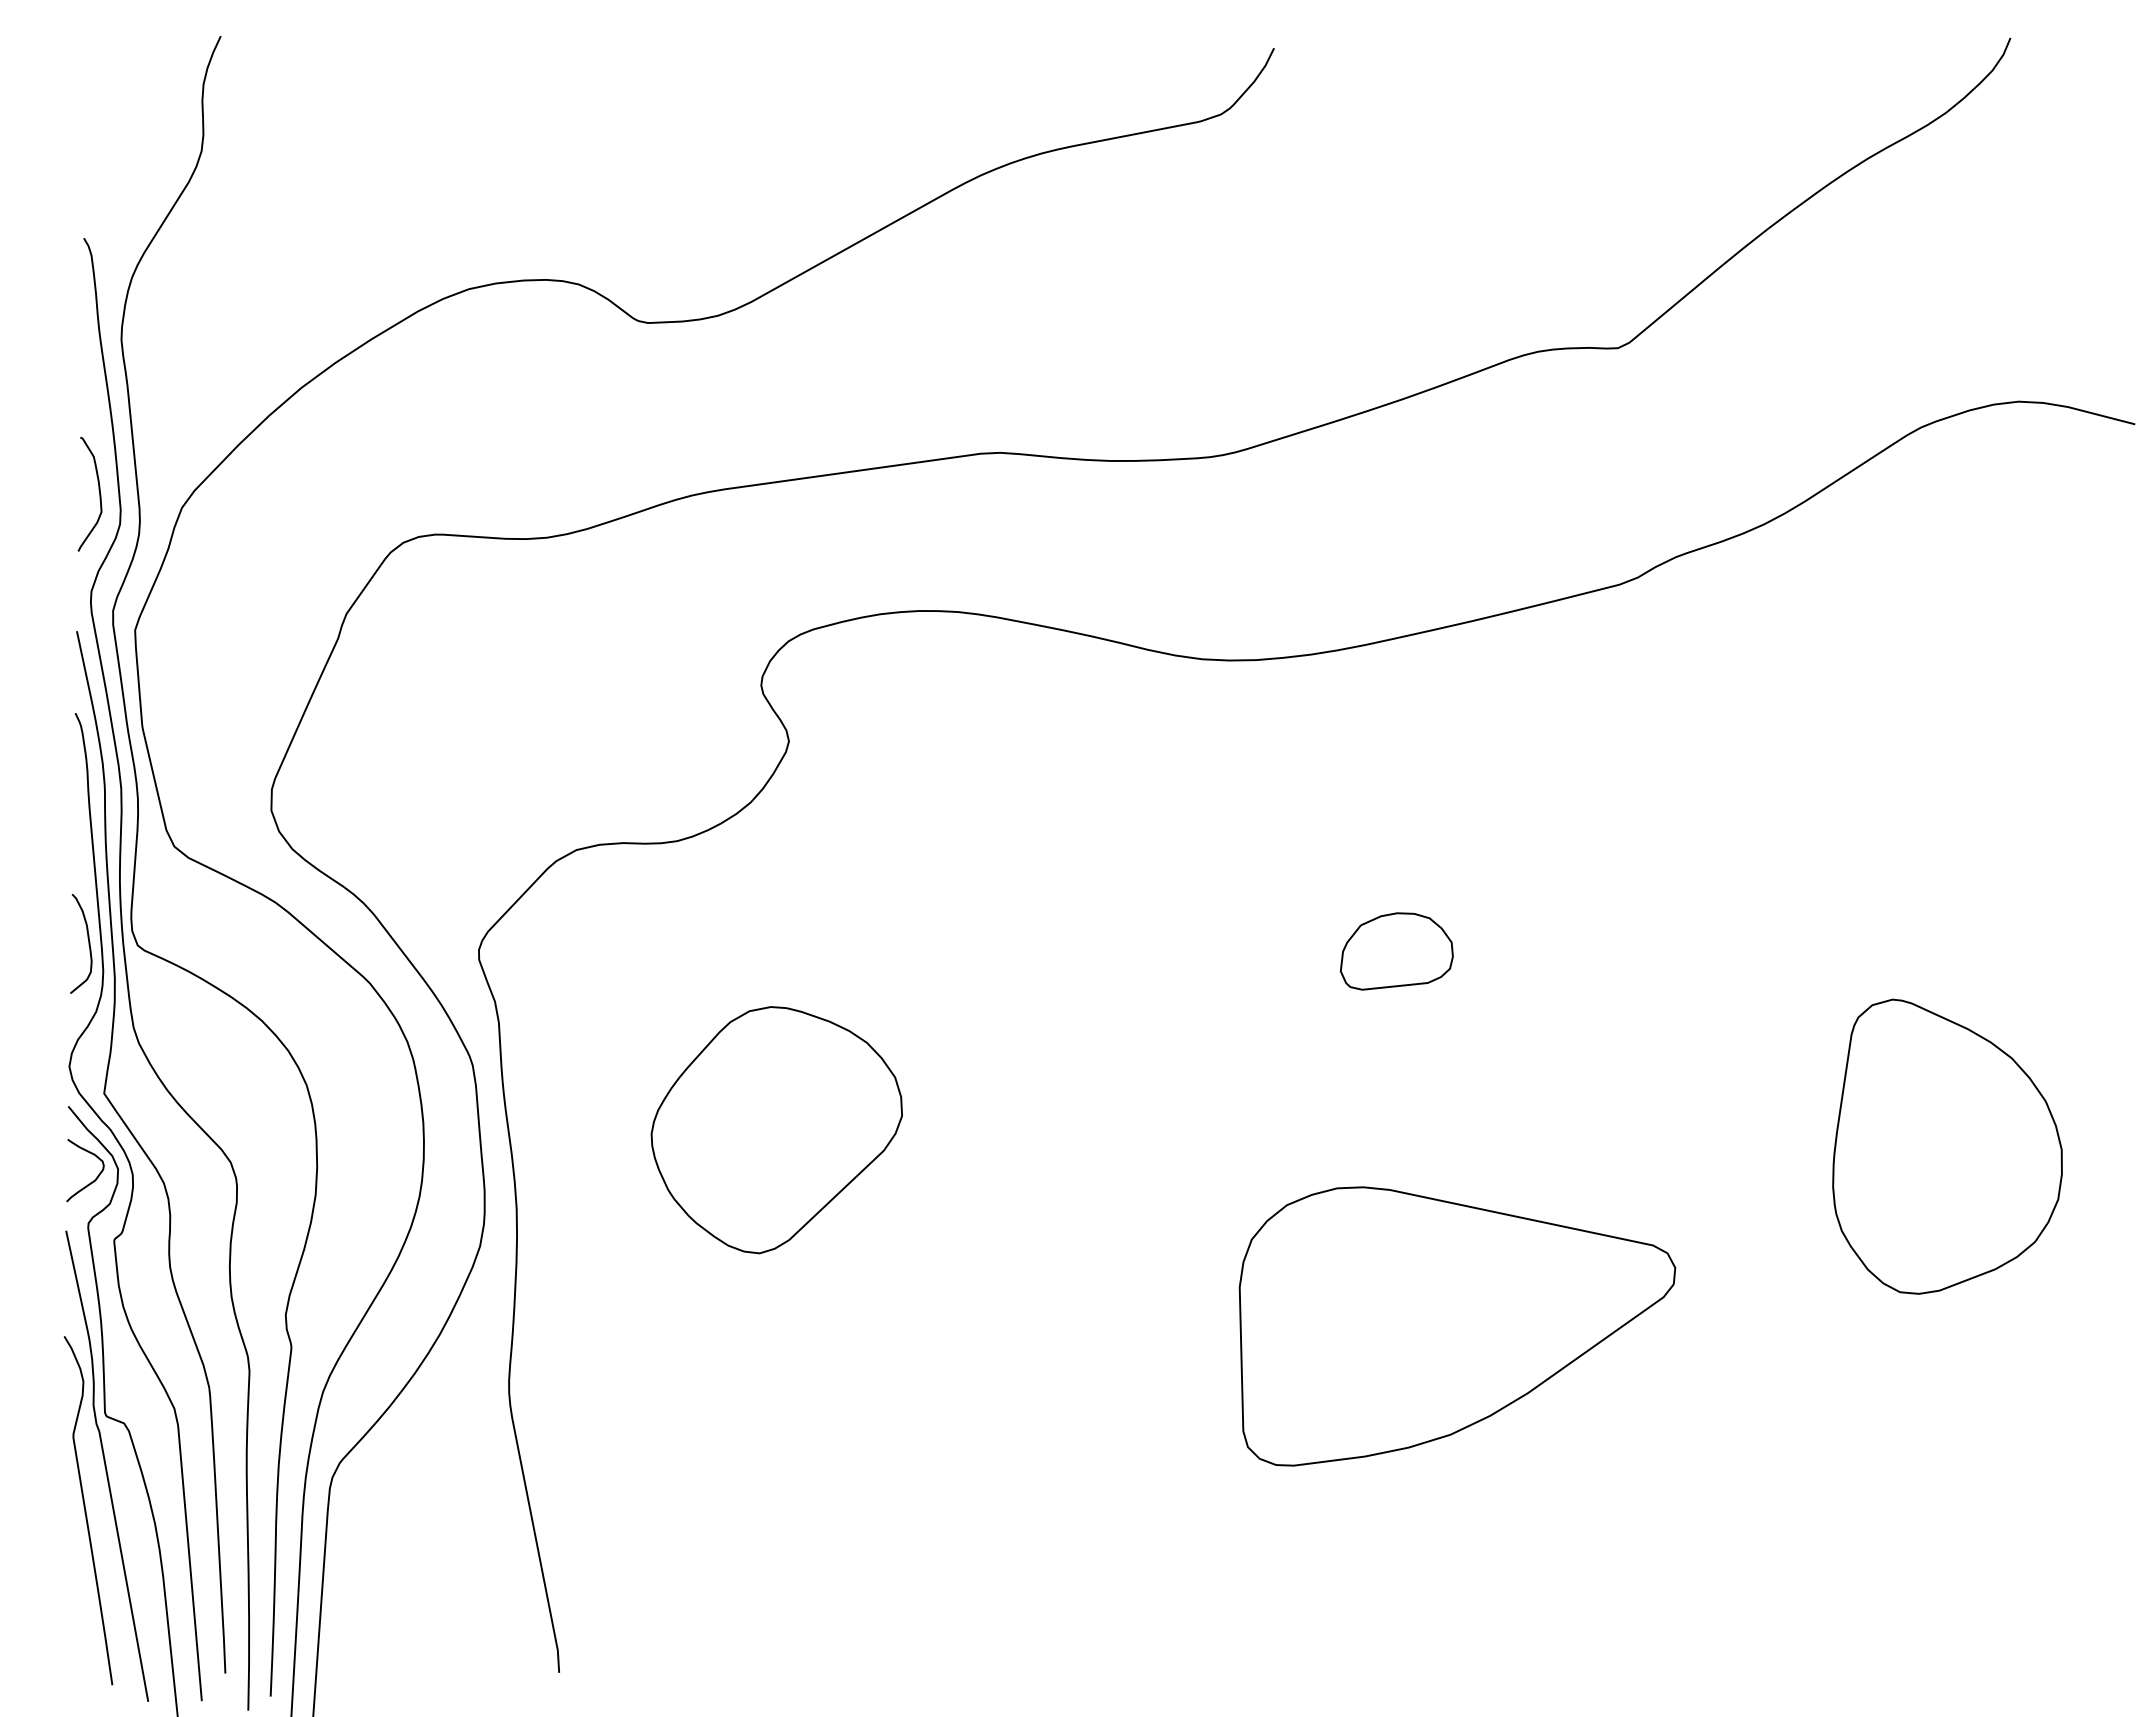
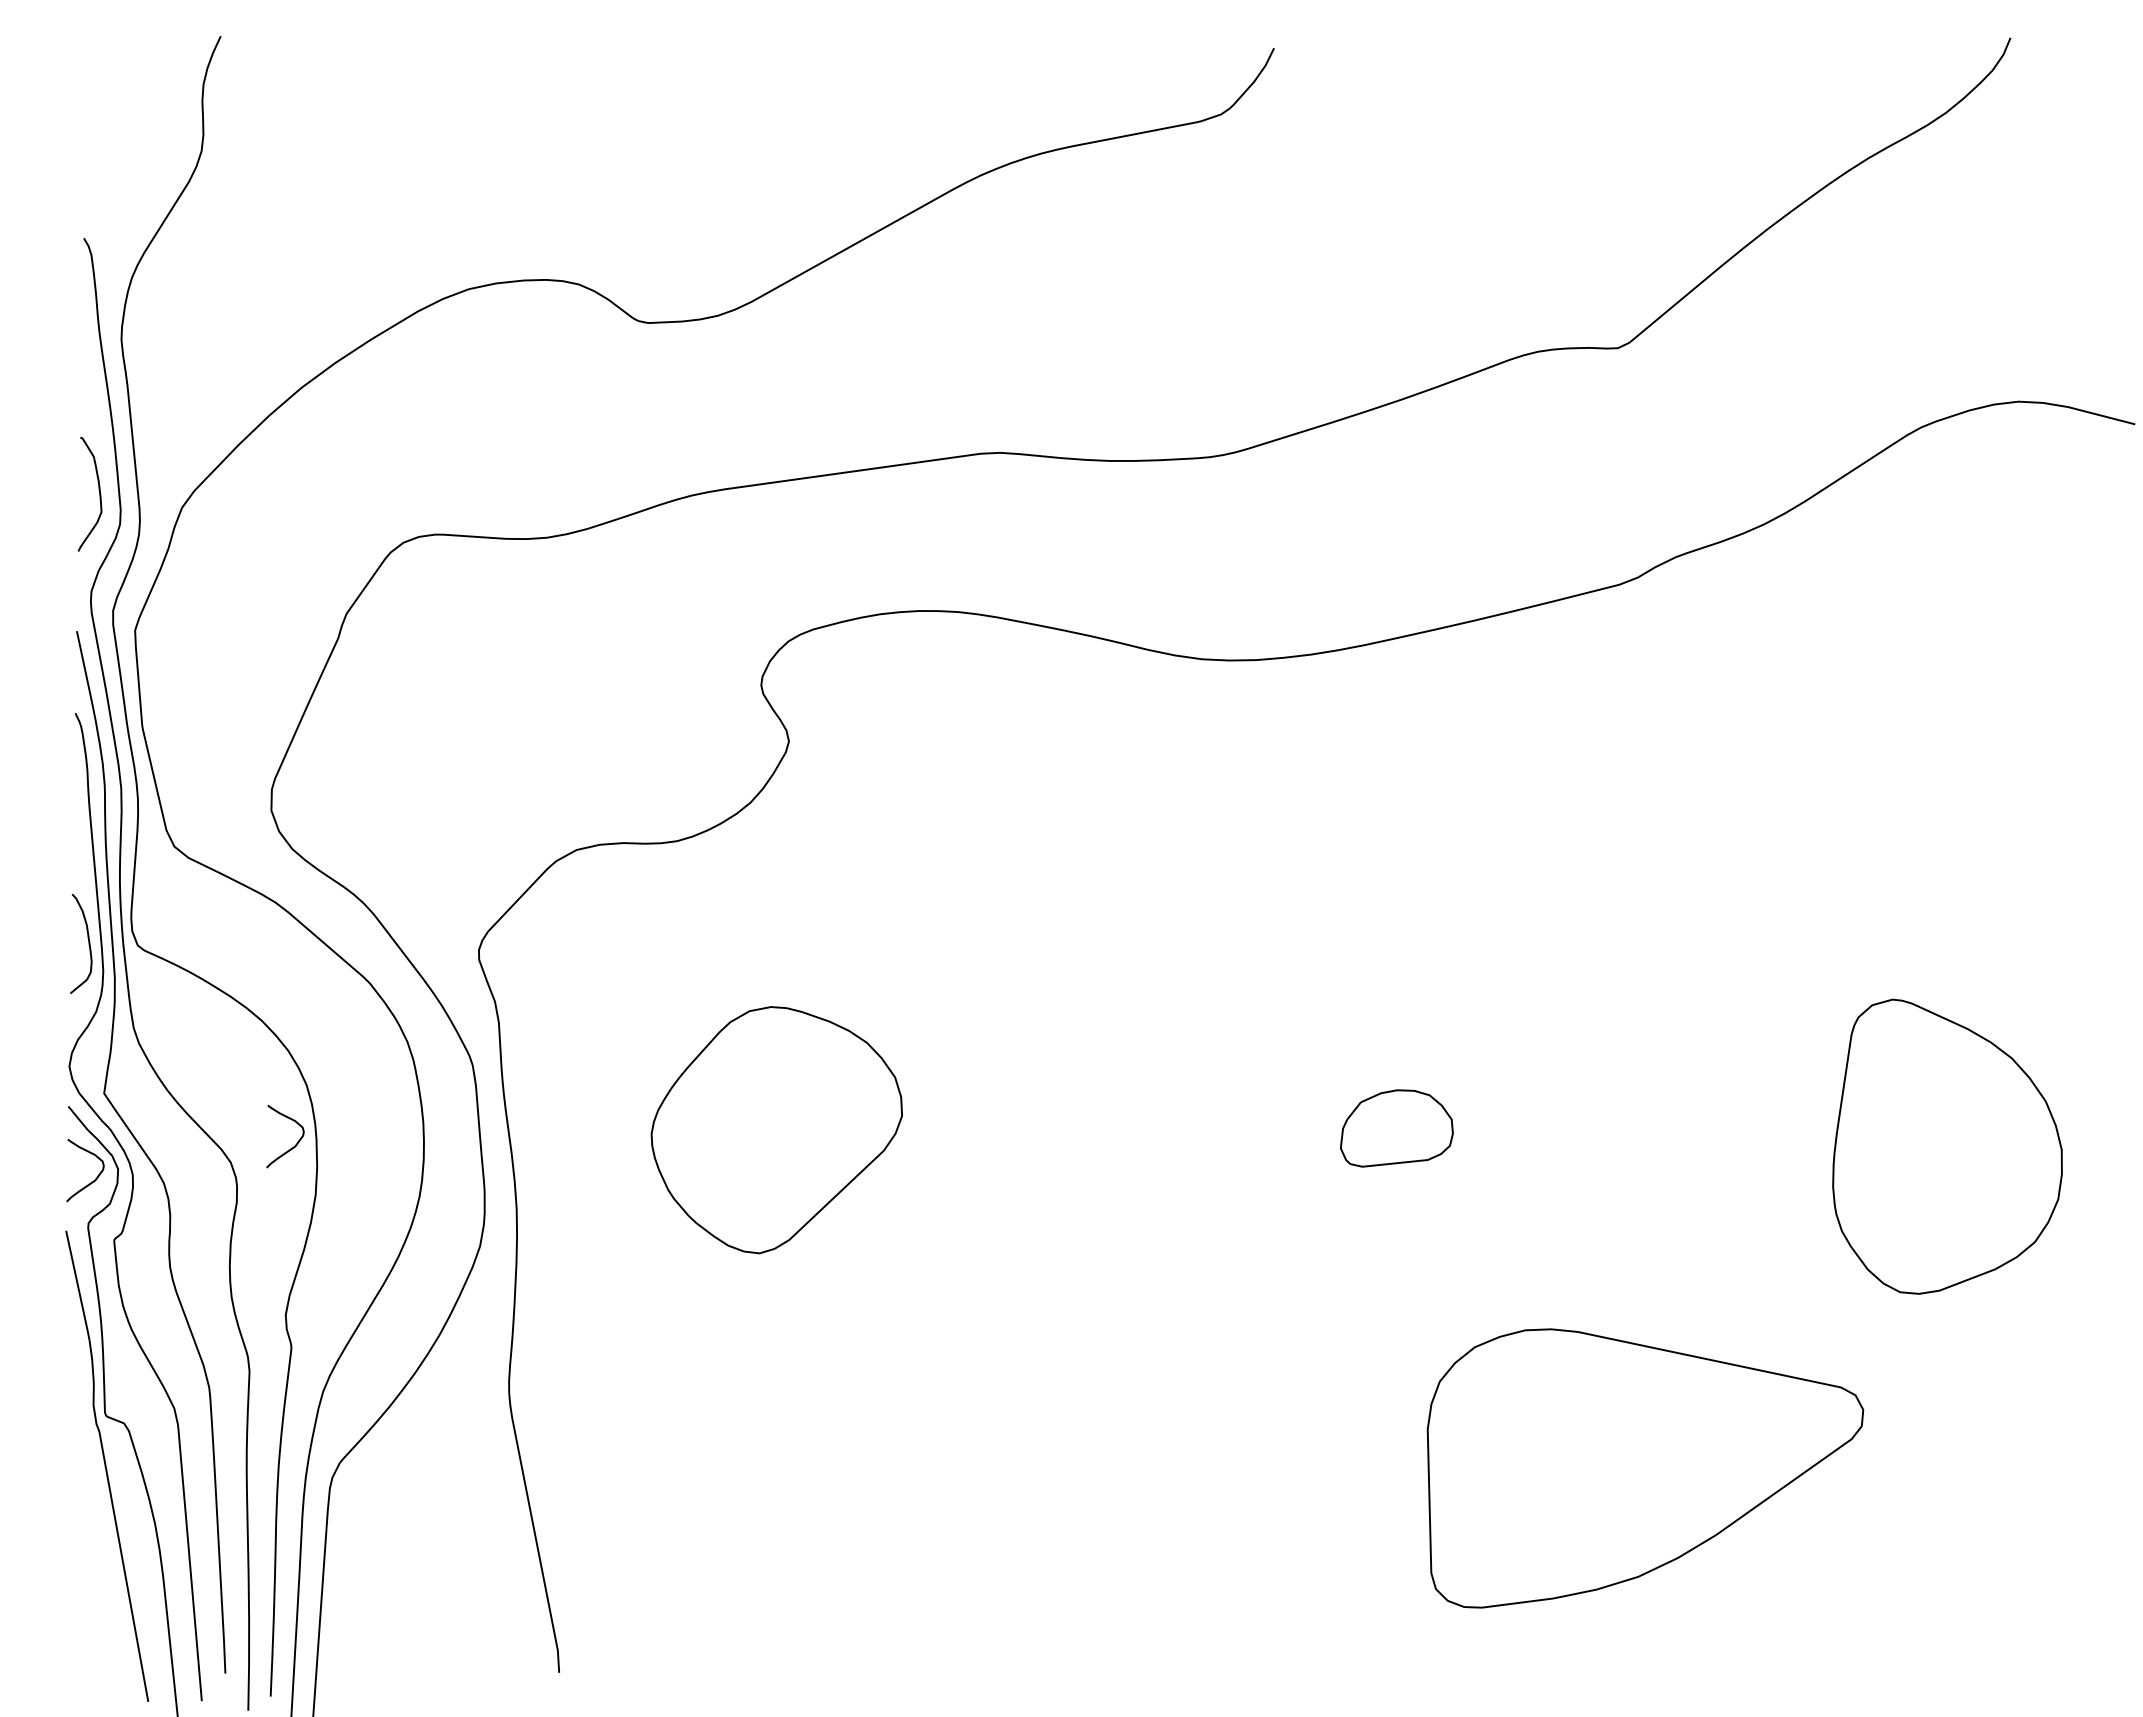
part at (1396, 951) position: (1396, 951) -> (1396, 1128)
curve at (291, 1147): none -> present
part at (1457, 1326) position: (1457, 1326) -> (1645, 1468)
curve at (86, 1510): present -> none
